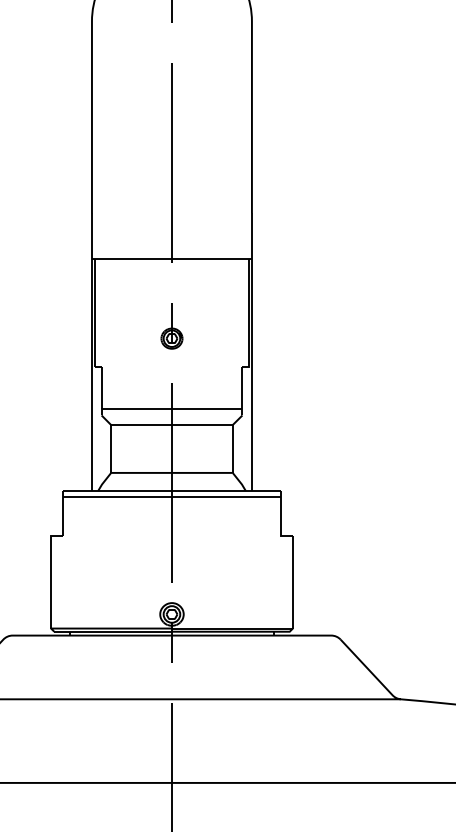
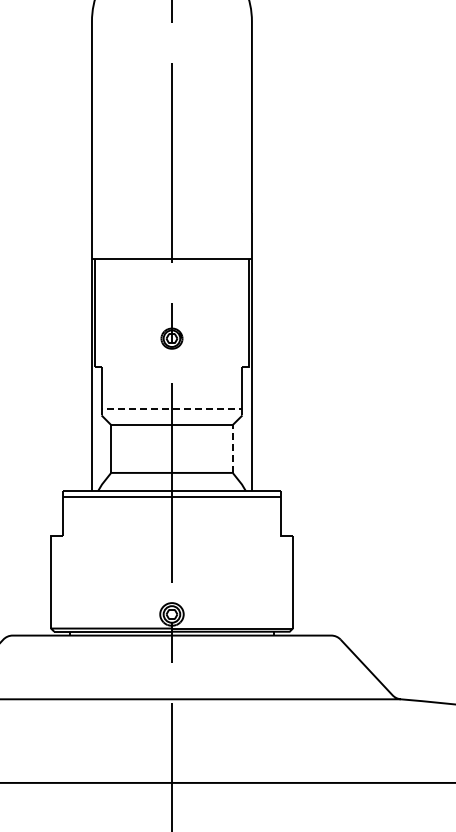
line at (167, 409): solid -> dashed
line at (232, 448): solid -> dashed
